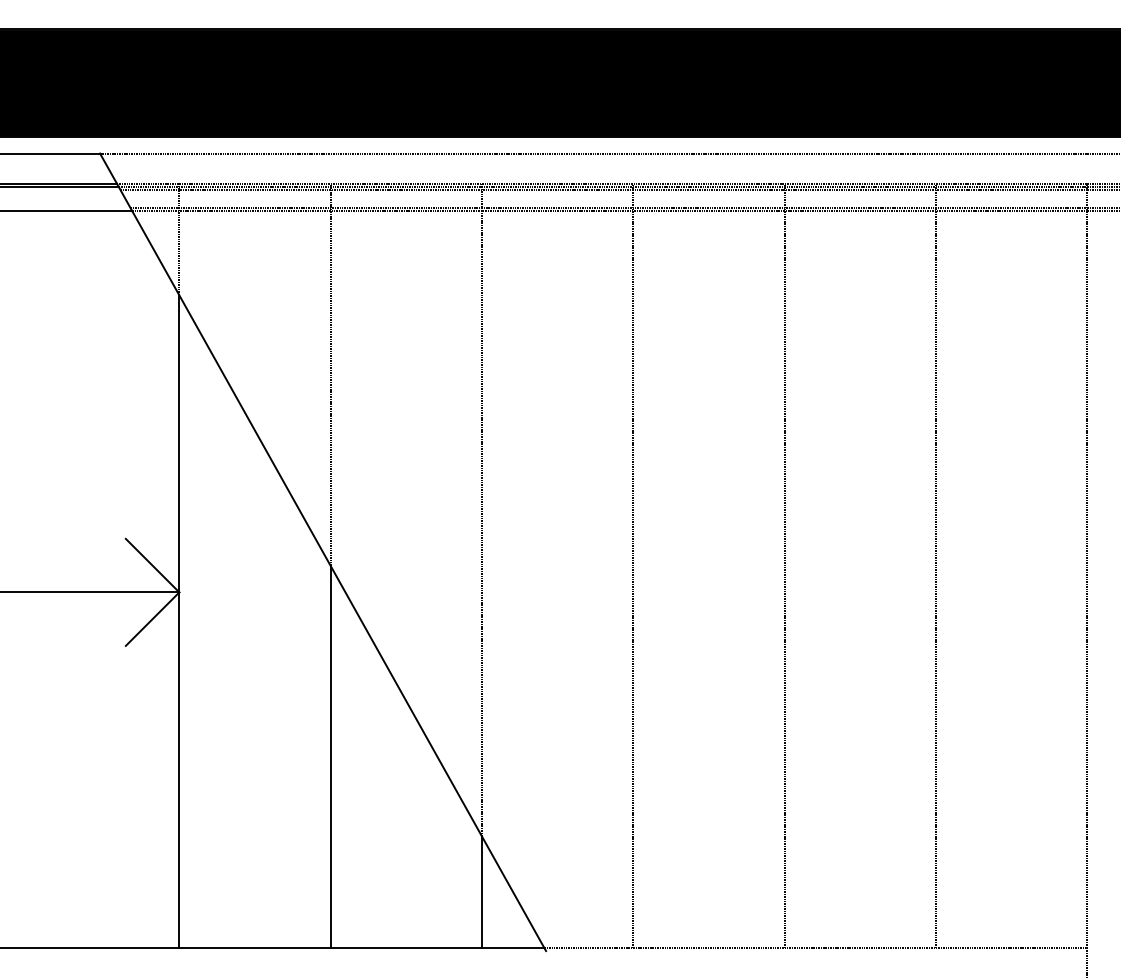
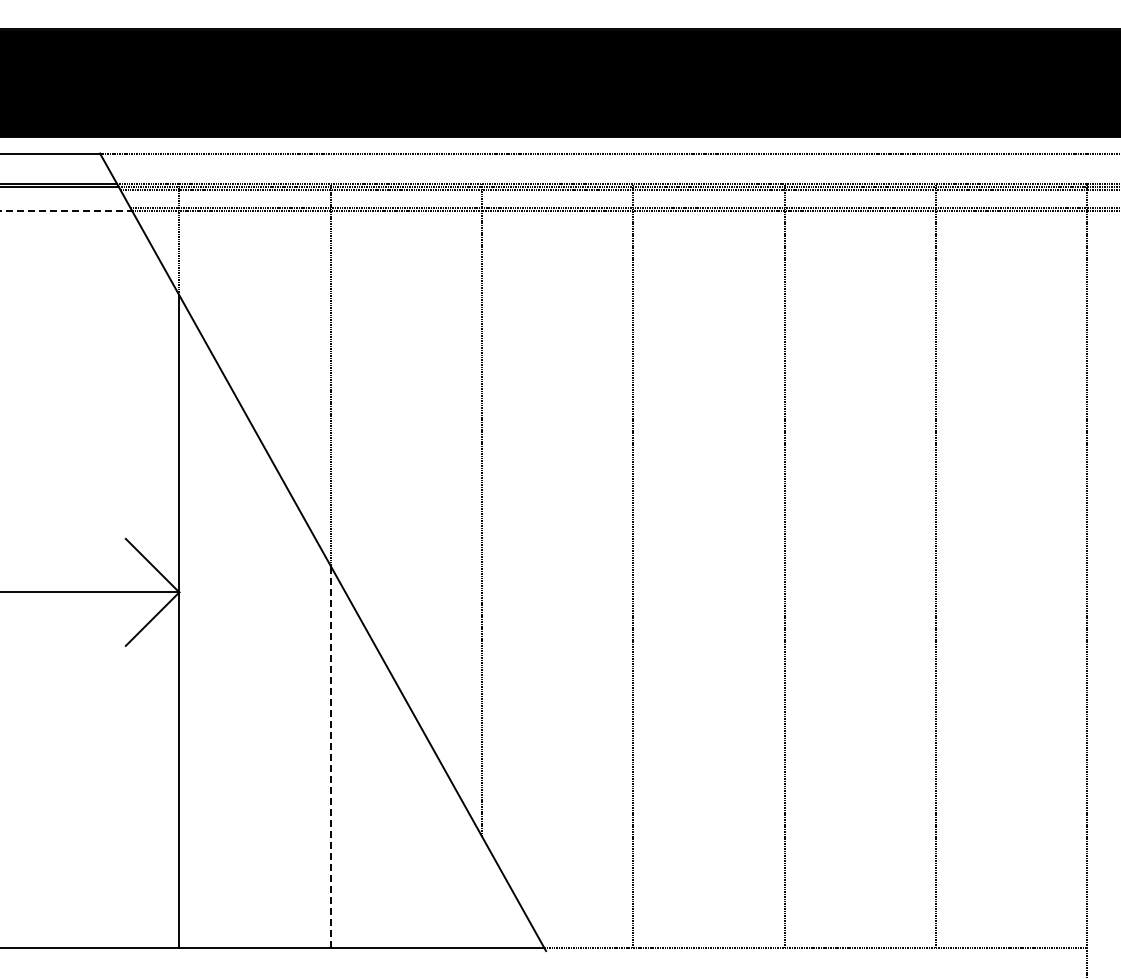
line at (66, 211): solid -> dashed
line at (330, 756): solid -> dashed
line at (482, 892): present -> none
